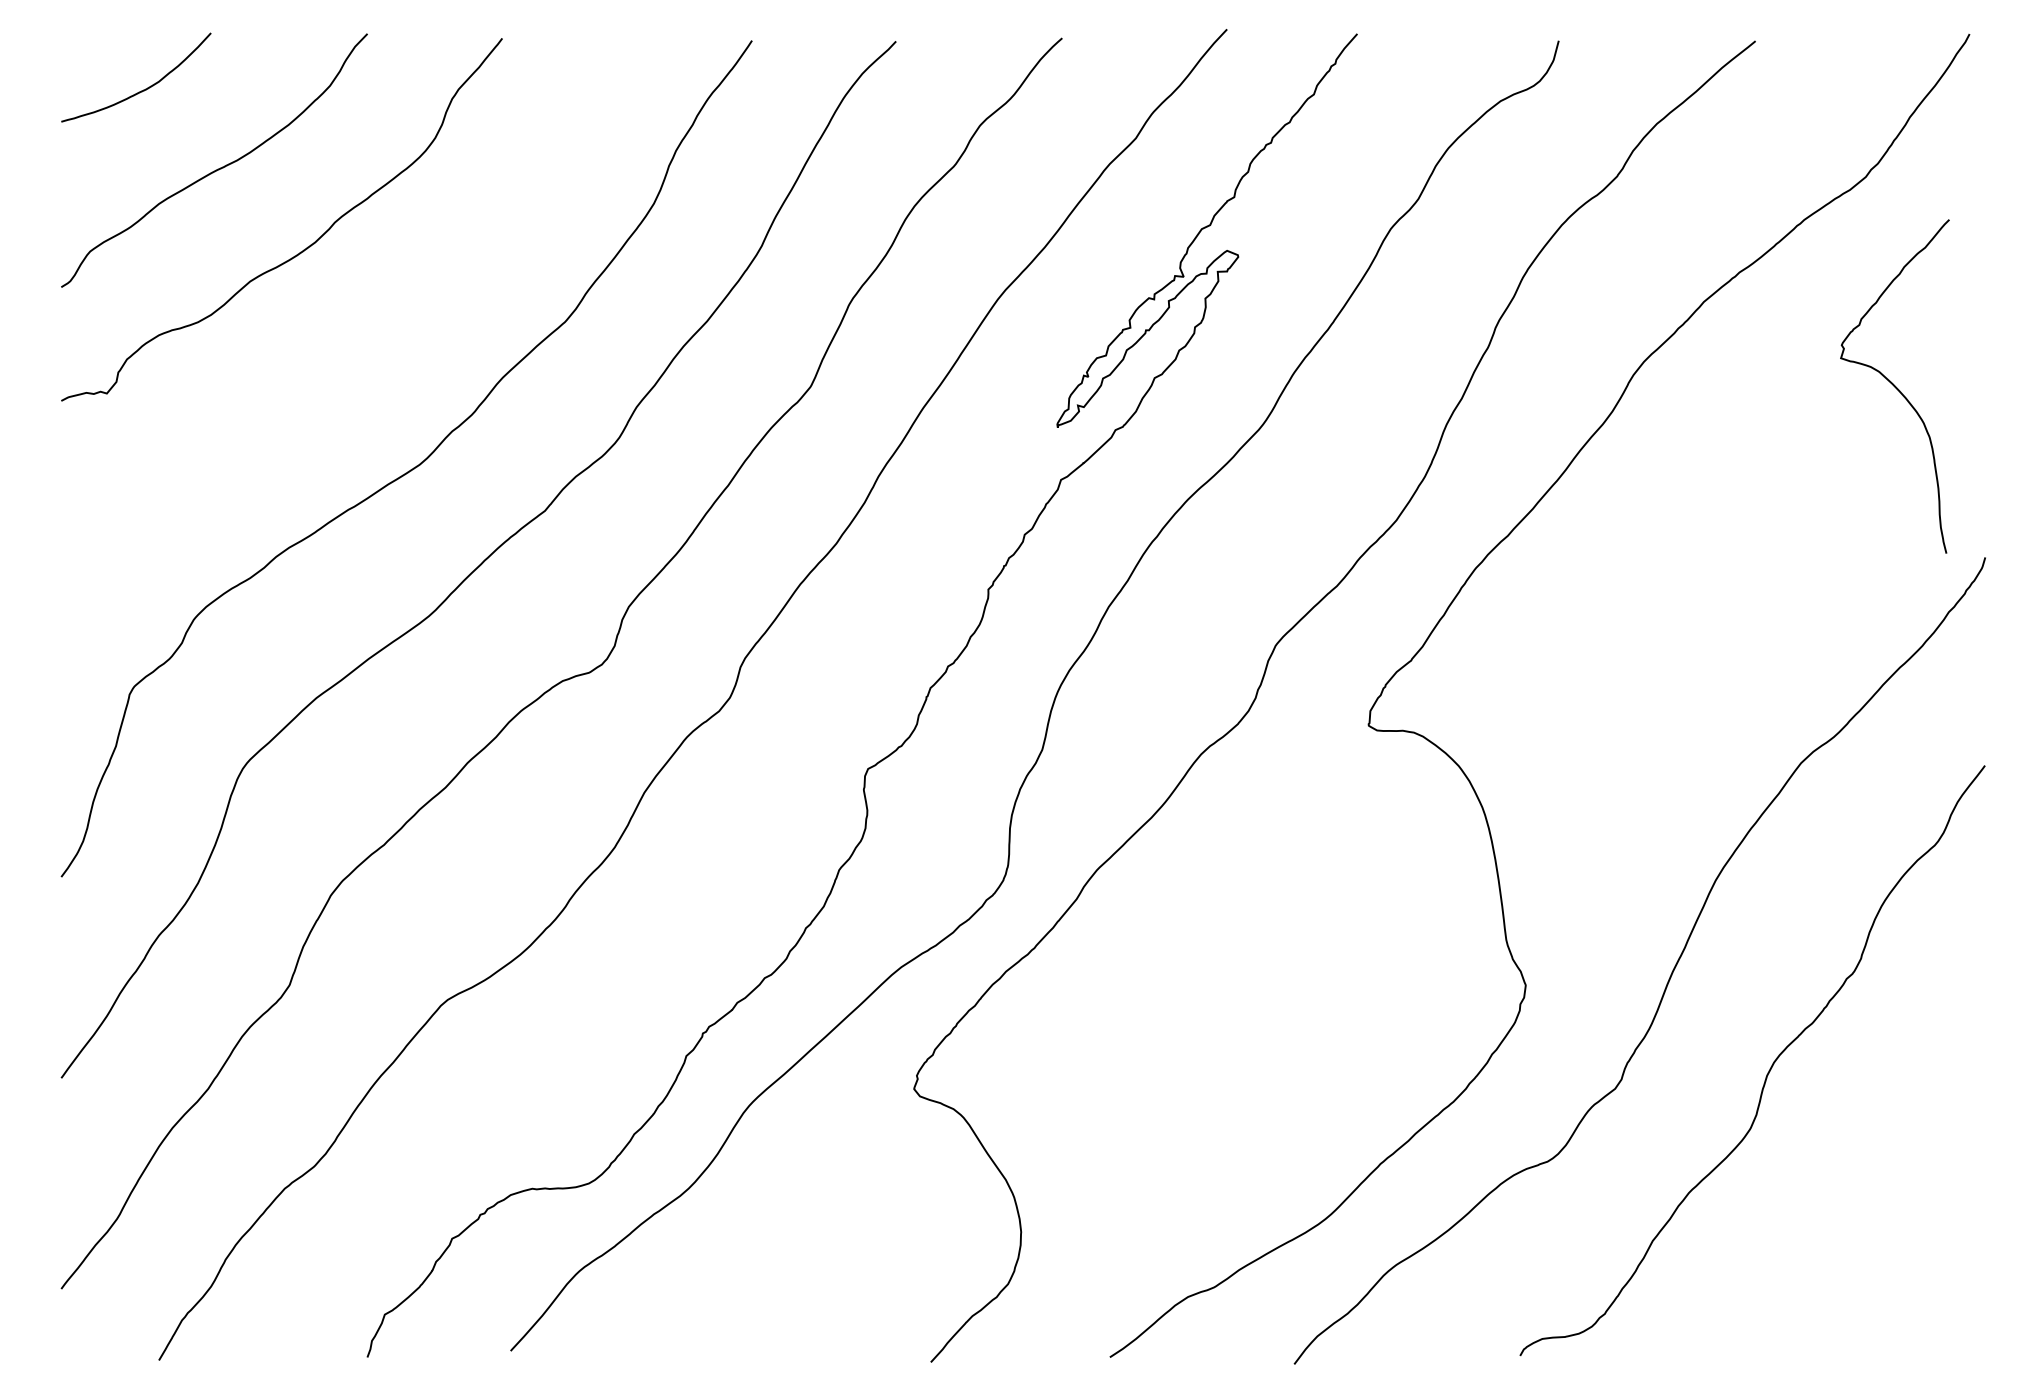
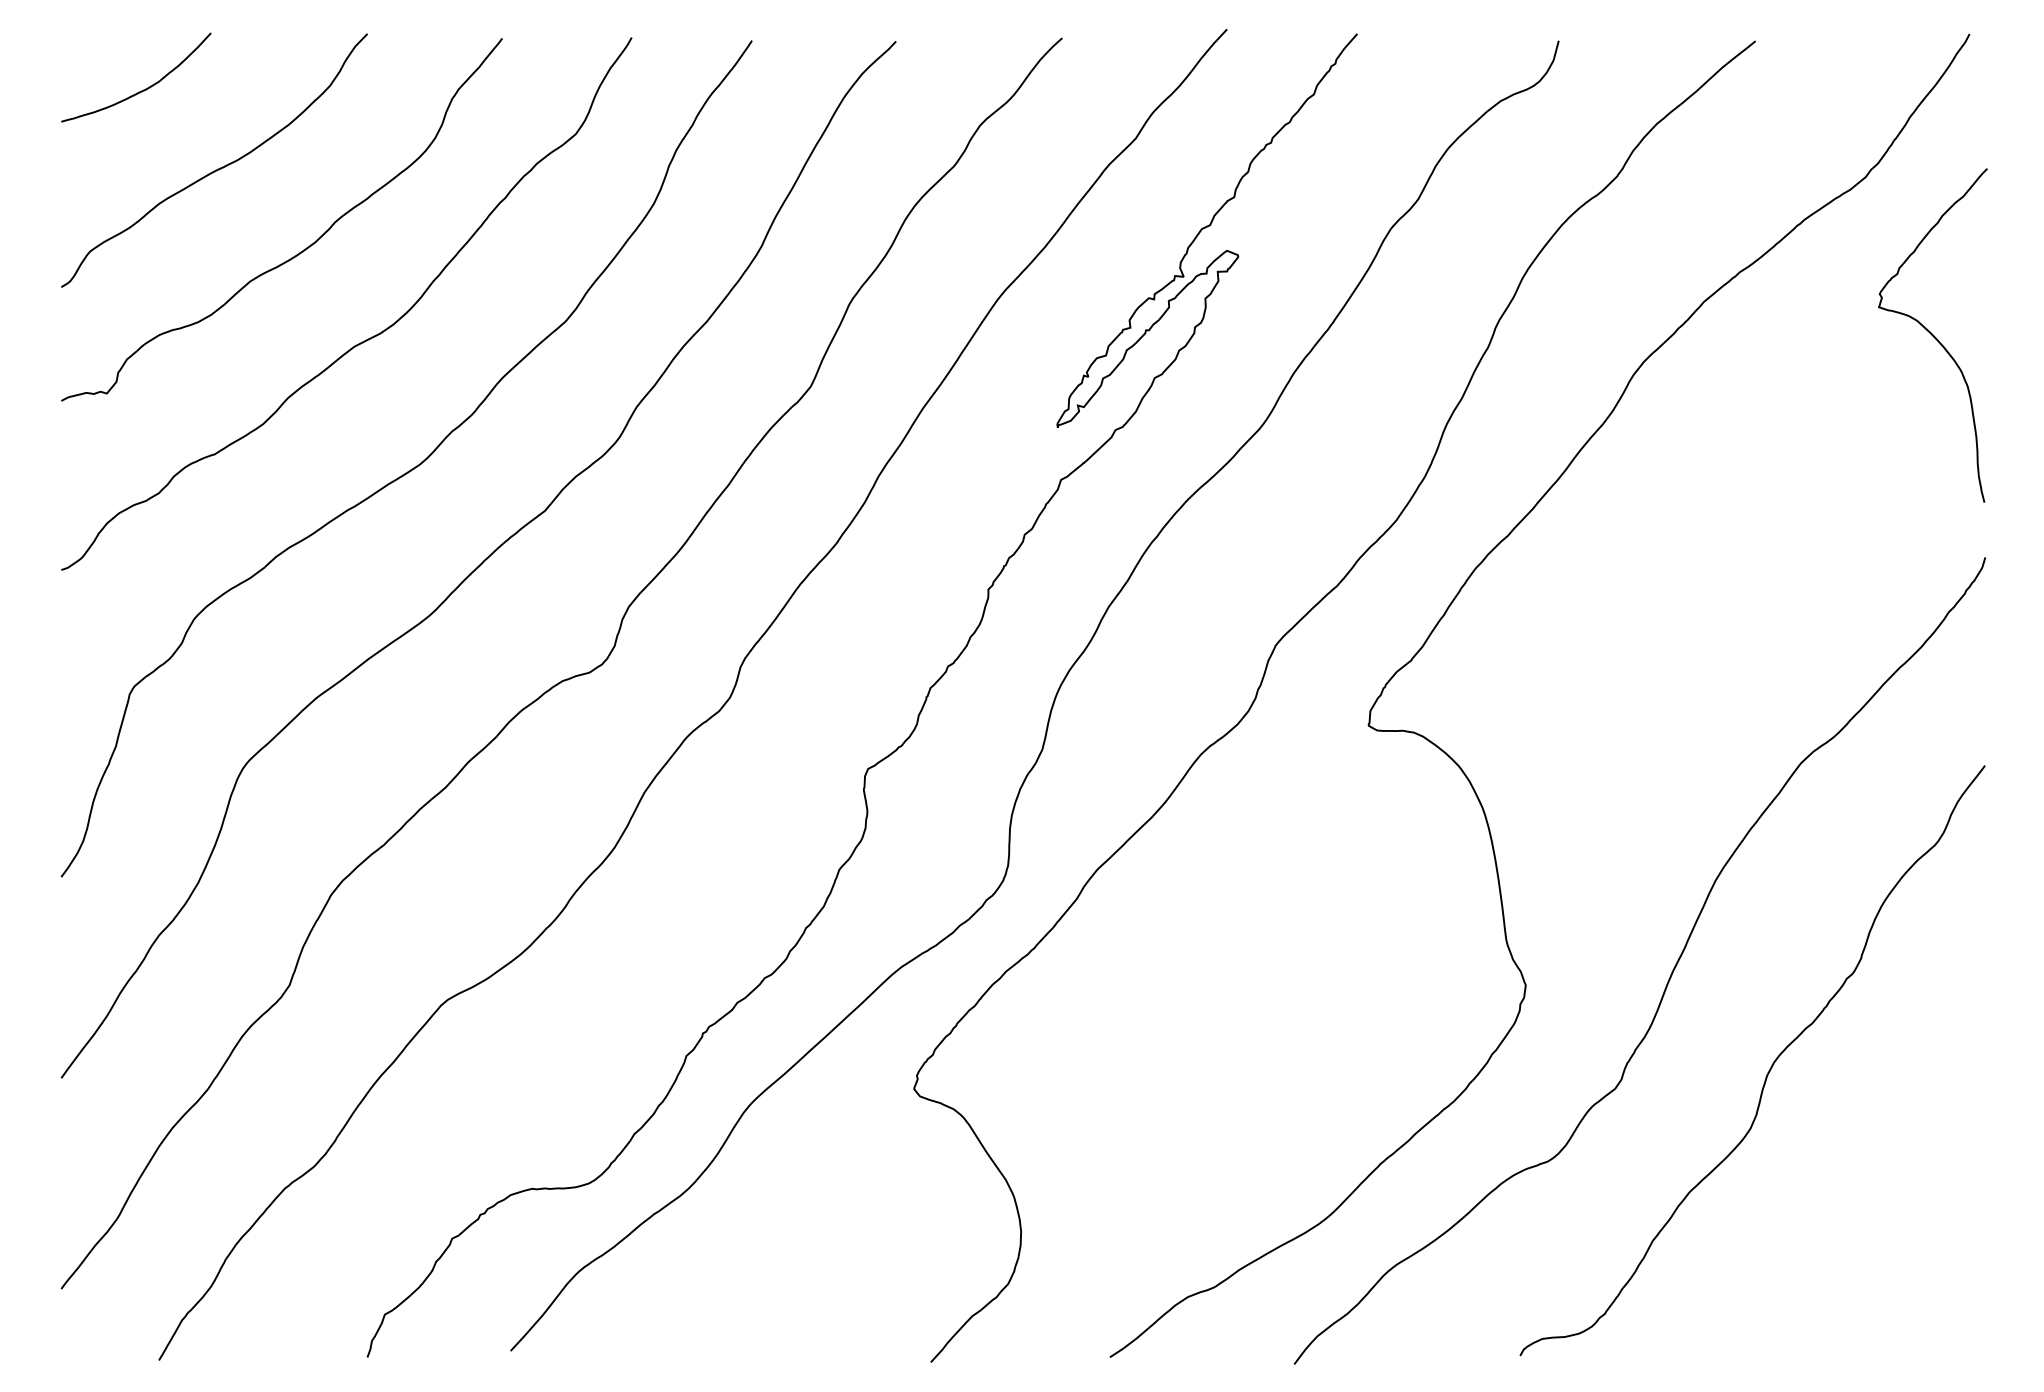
curve at (364, 340): none -> present
curve at (1894, 386) position: (1894, 386) -> (1932, 335)
